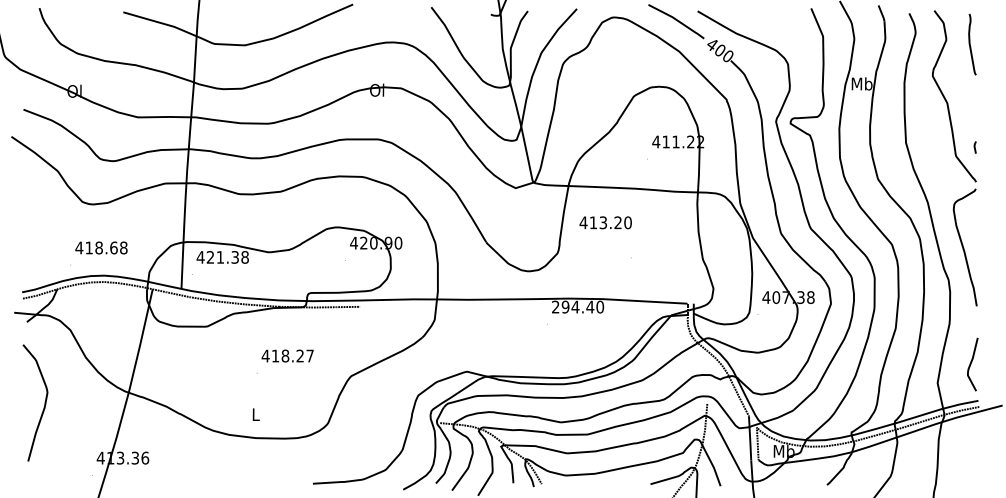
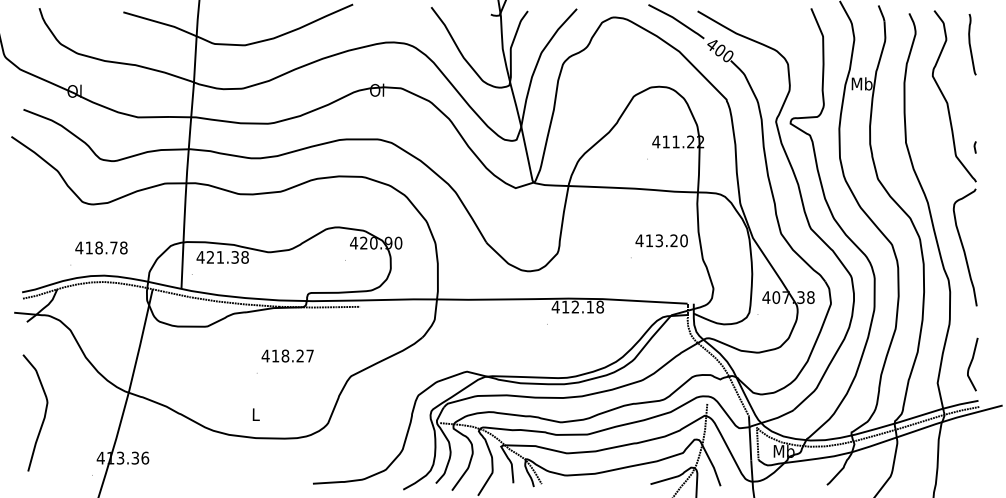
text at (605, 222) position: (605, 222) -> (661, 240)
text at (113, 247): 418.68 -> 418.78
text at (577, 306): 294.40 -> 412.18
curve at (44, 402) position: (44, 402) -> (44, 412)
